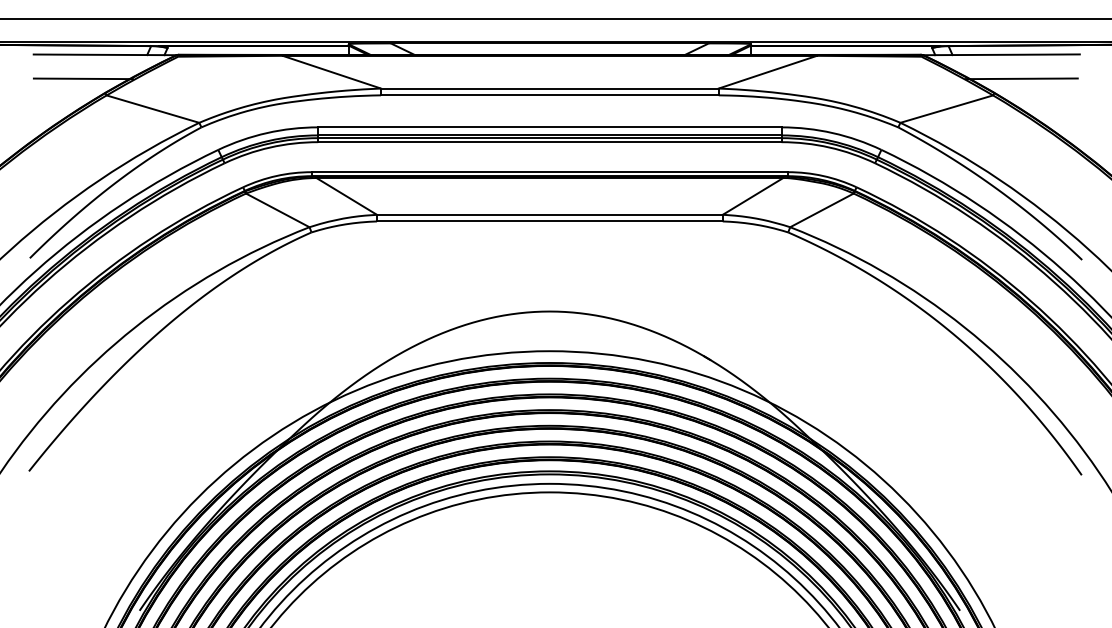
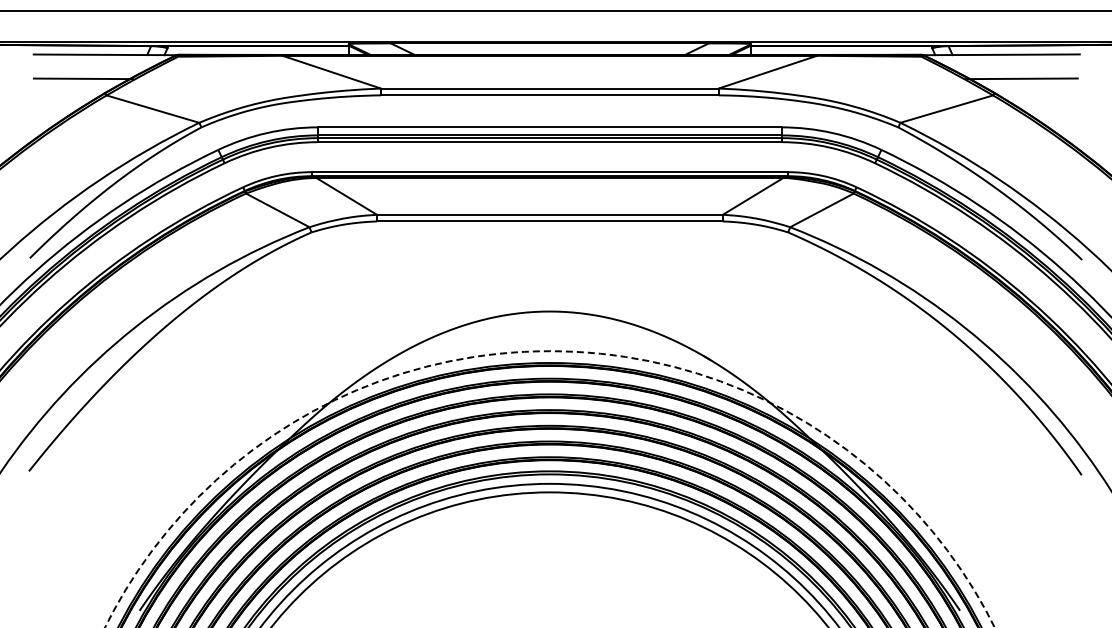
line at (555, 18) position: (555, 18) -> (555, 10)
circle at (549, 489): solid -> dashed
